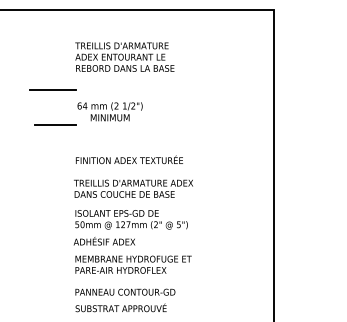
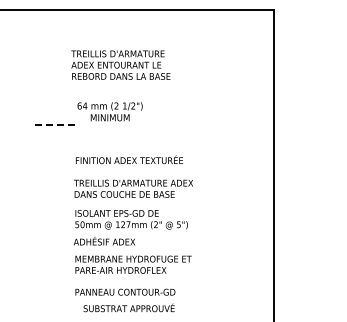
text at (124, 56) position: (124, 56) -> (120, 64)
line at (53, 90): present -> none
line at (55, 125): solid -> dashed
text at (120, 307) position: (120, 307) -> (128, 307)
